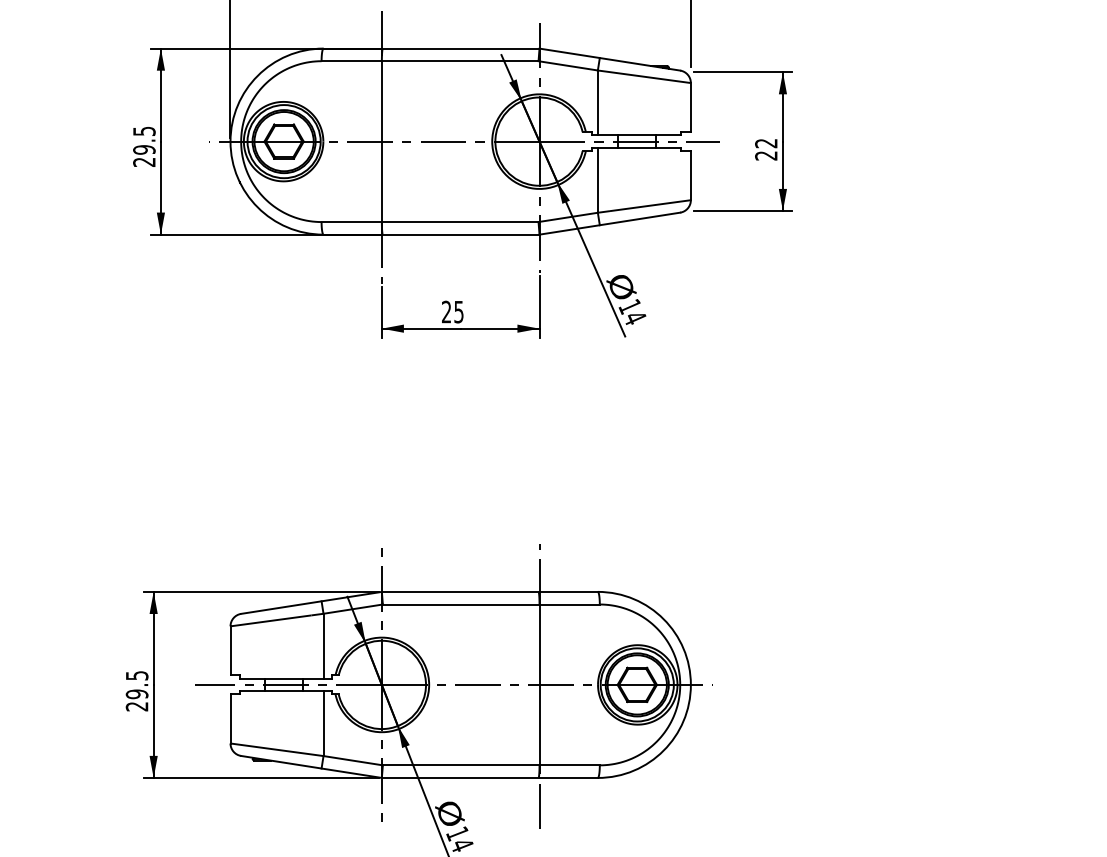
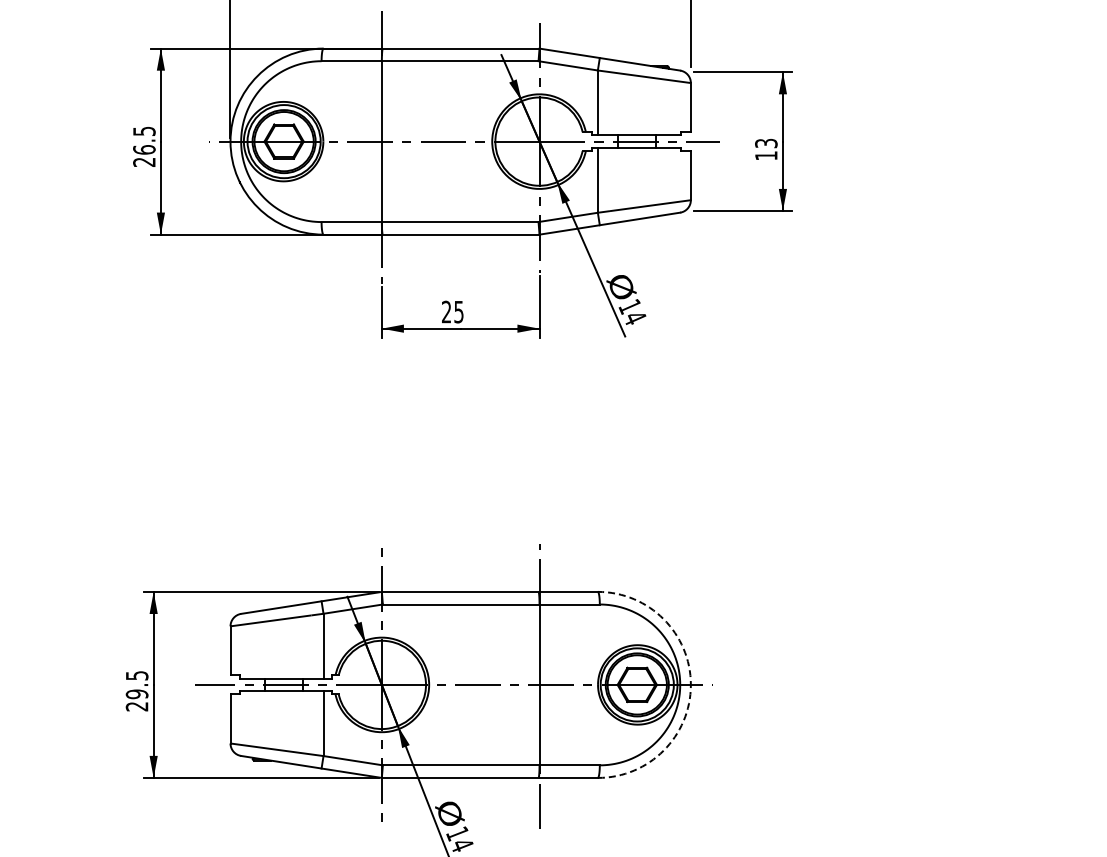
text at (144, 149): 29.5 -> 26.5
text at (766, 149): 22 -> 13
arc at (690, 684): solid -> dashed
